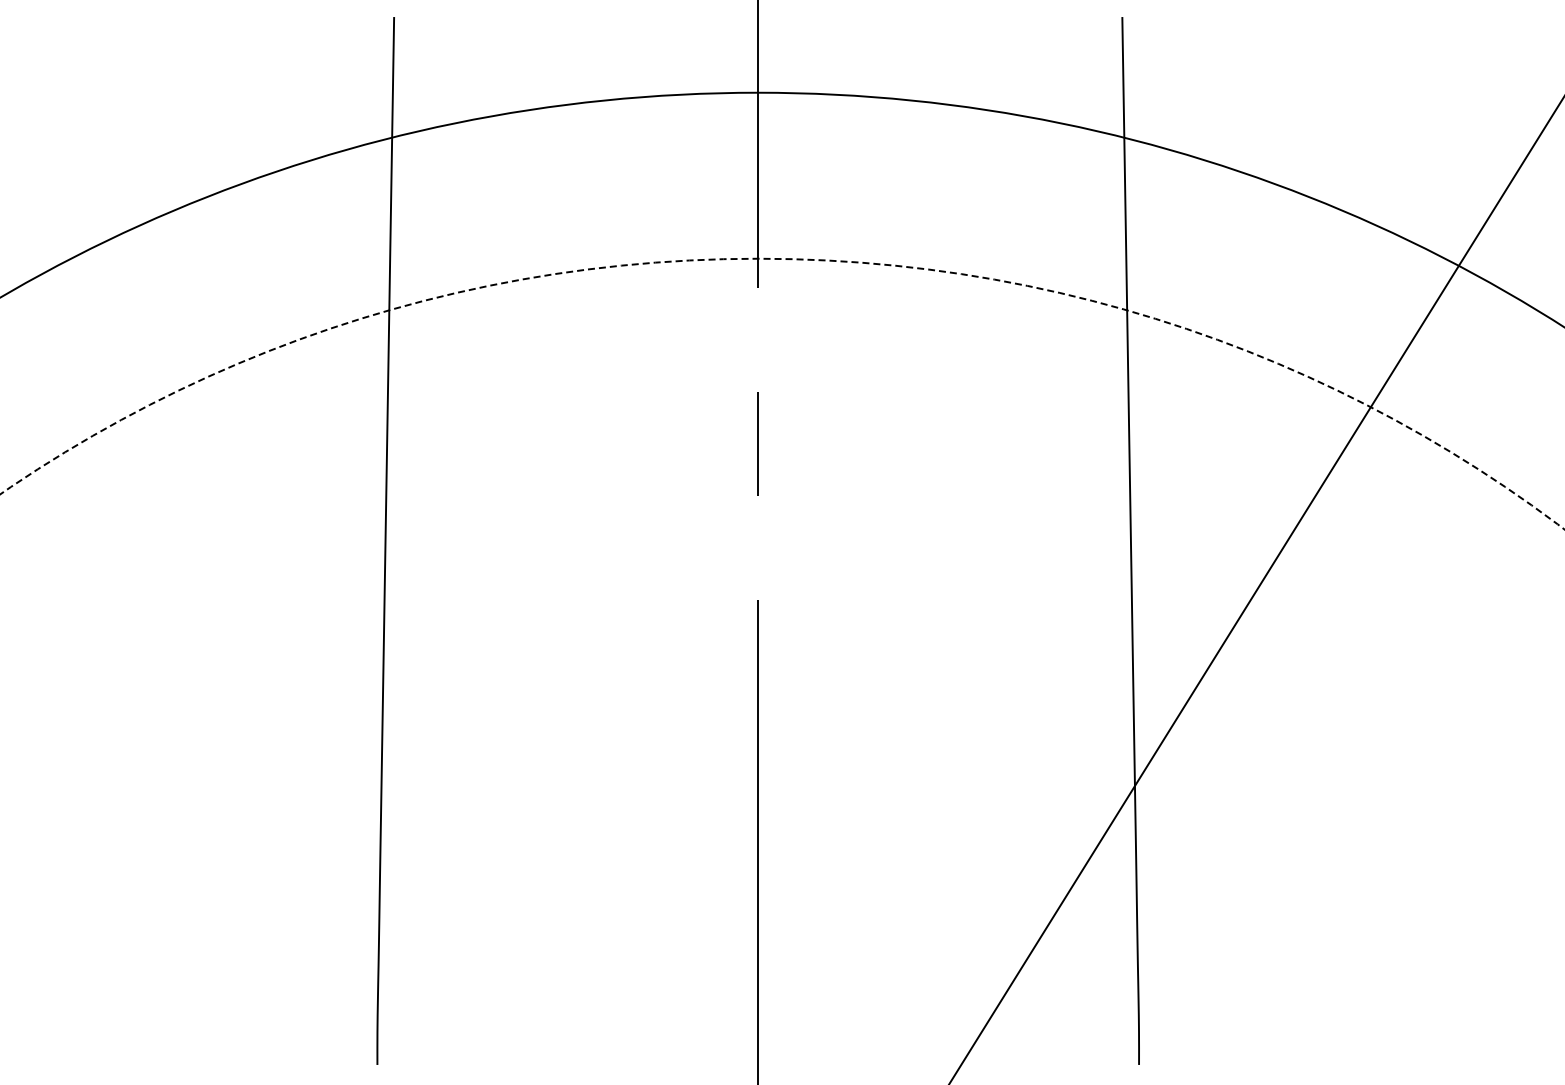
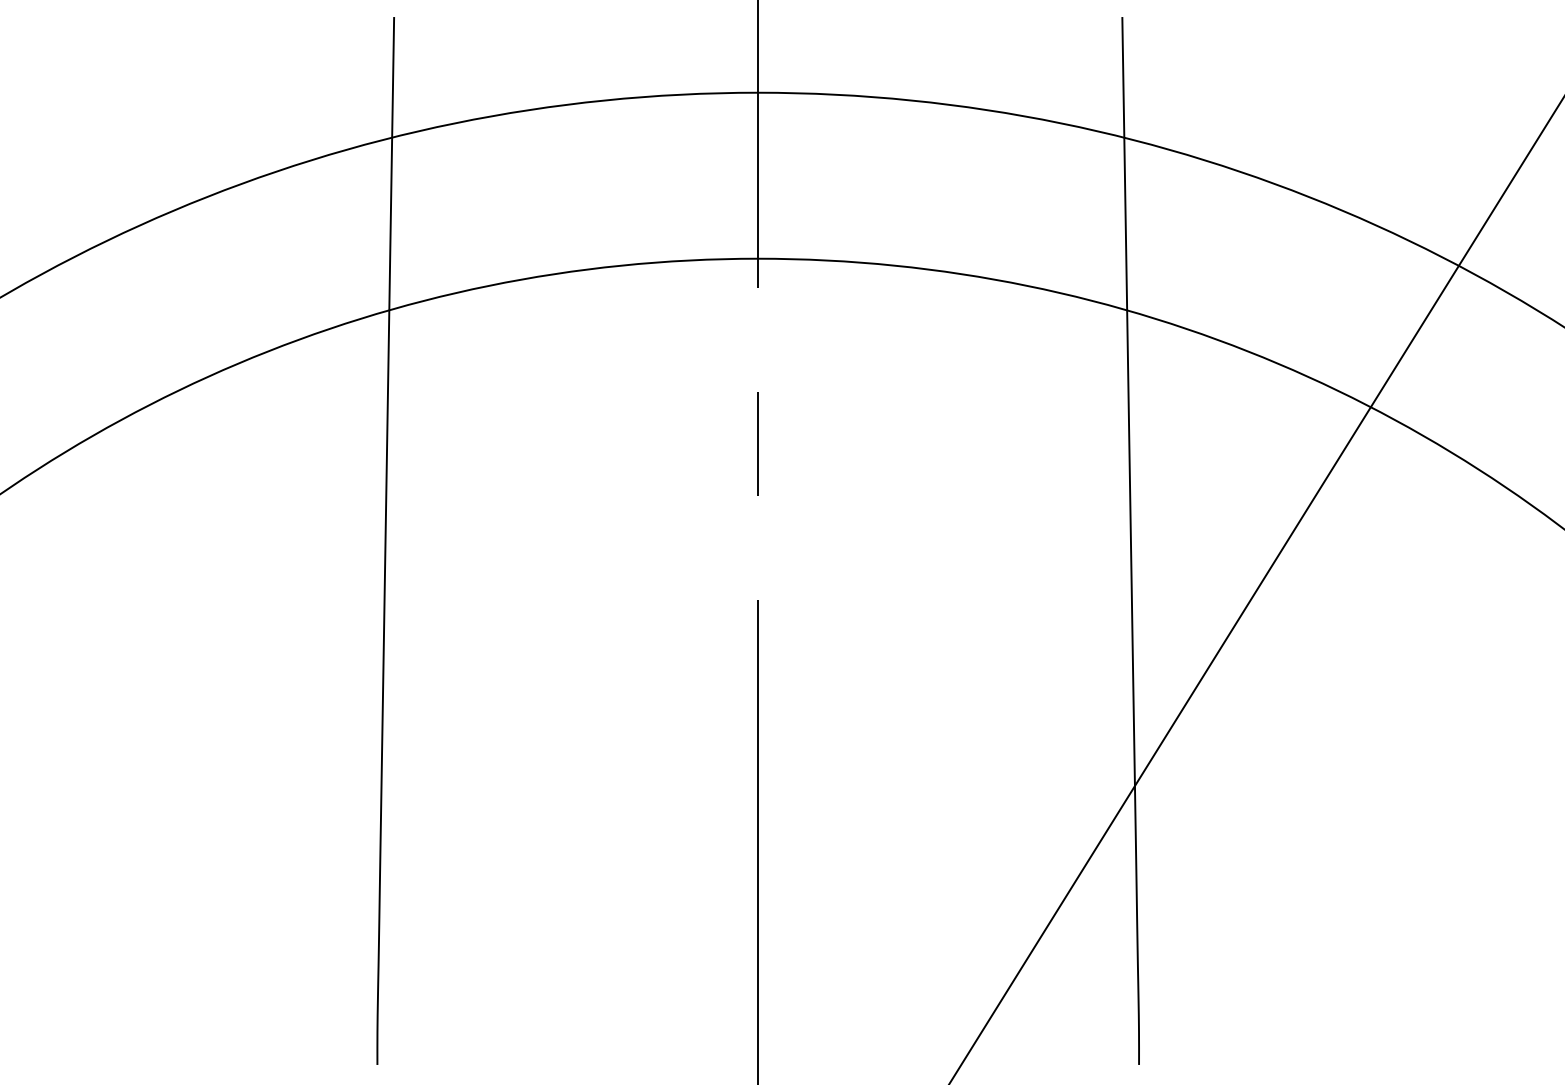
circle at (782, 393): dashed -> solid
